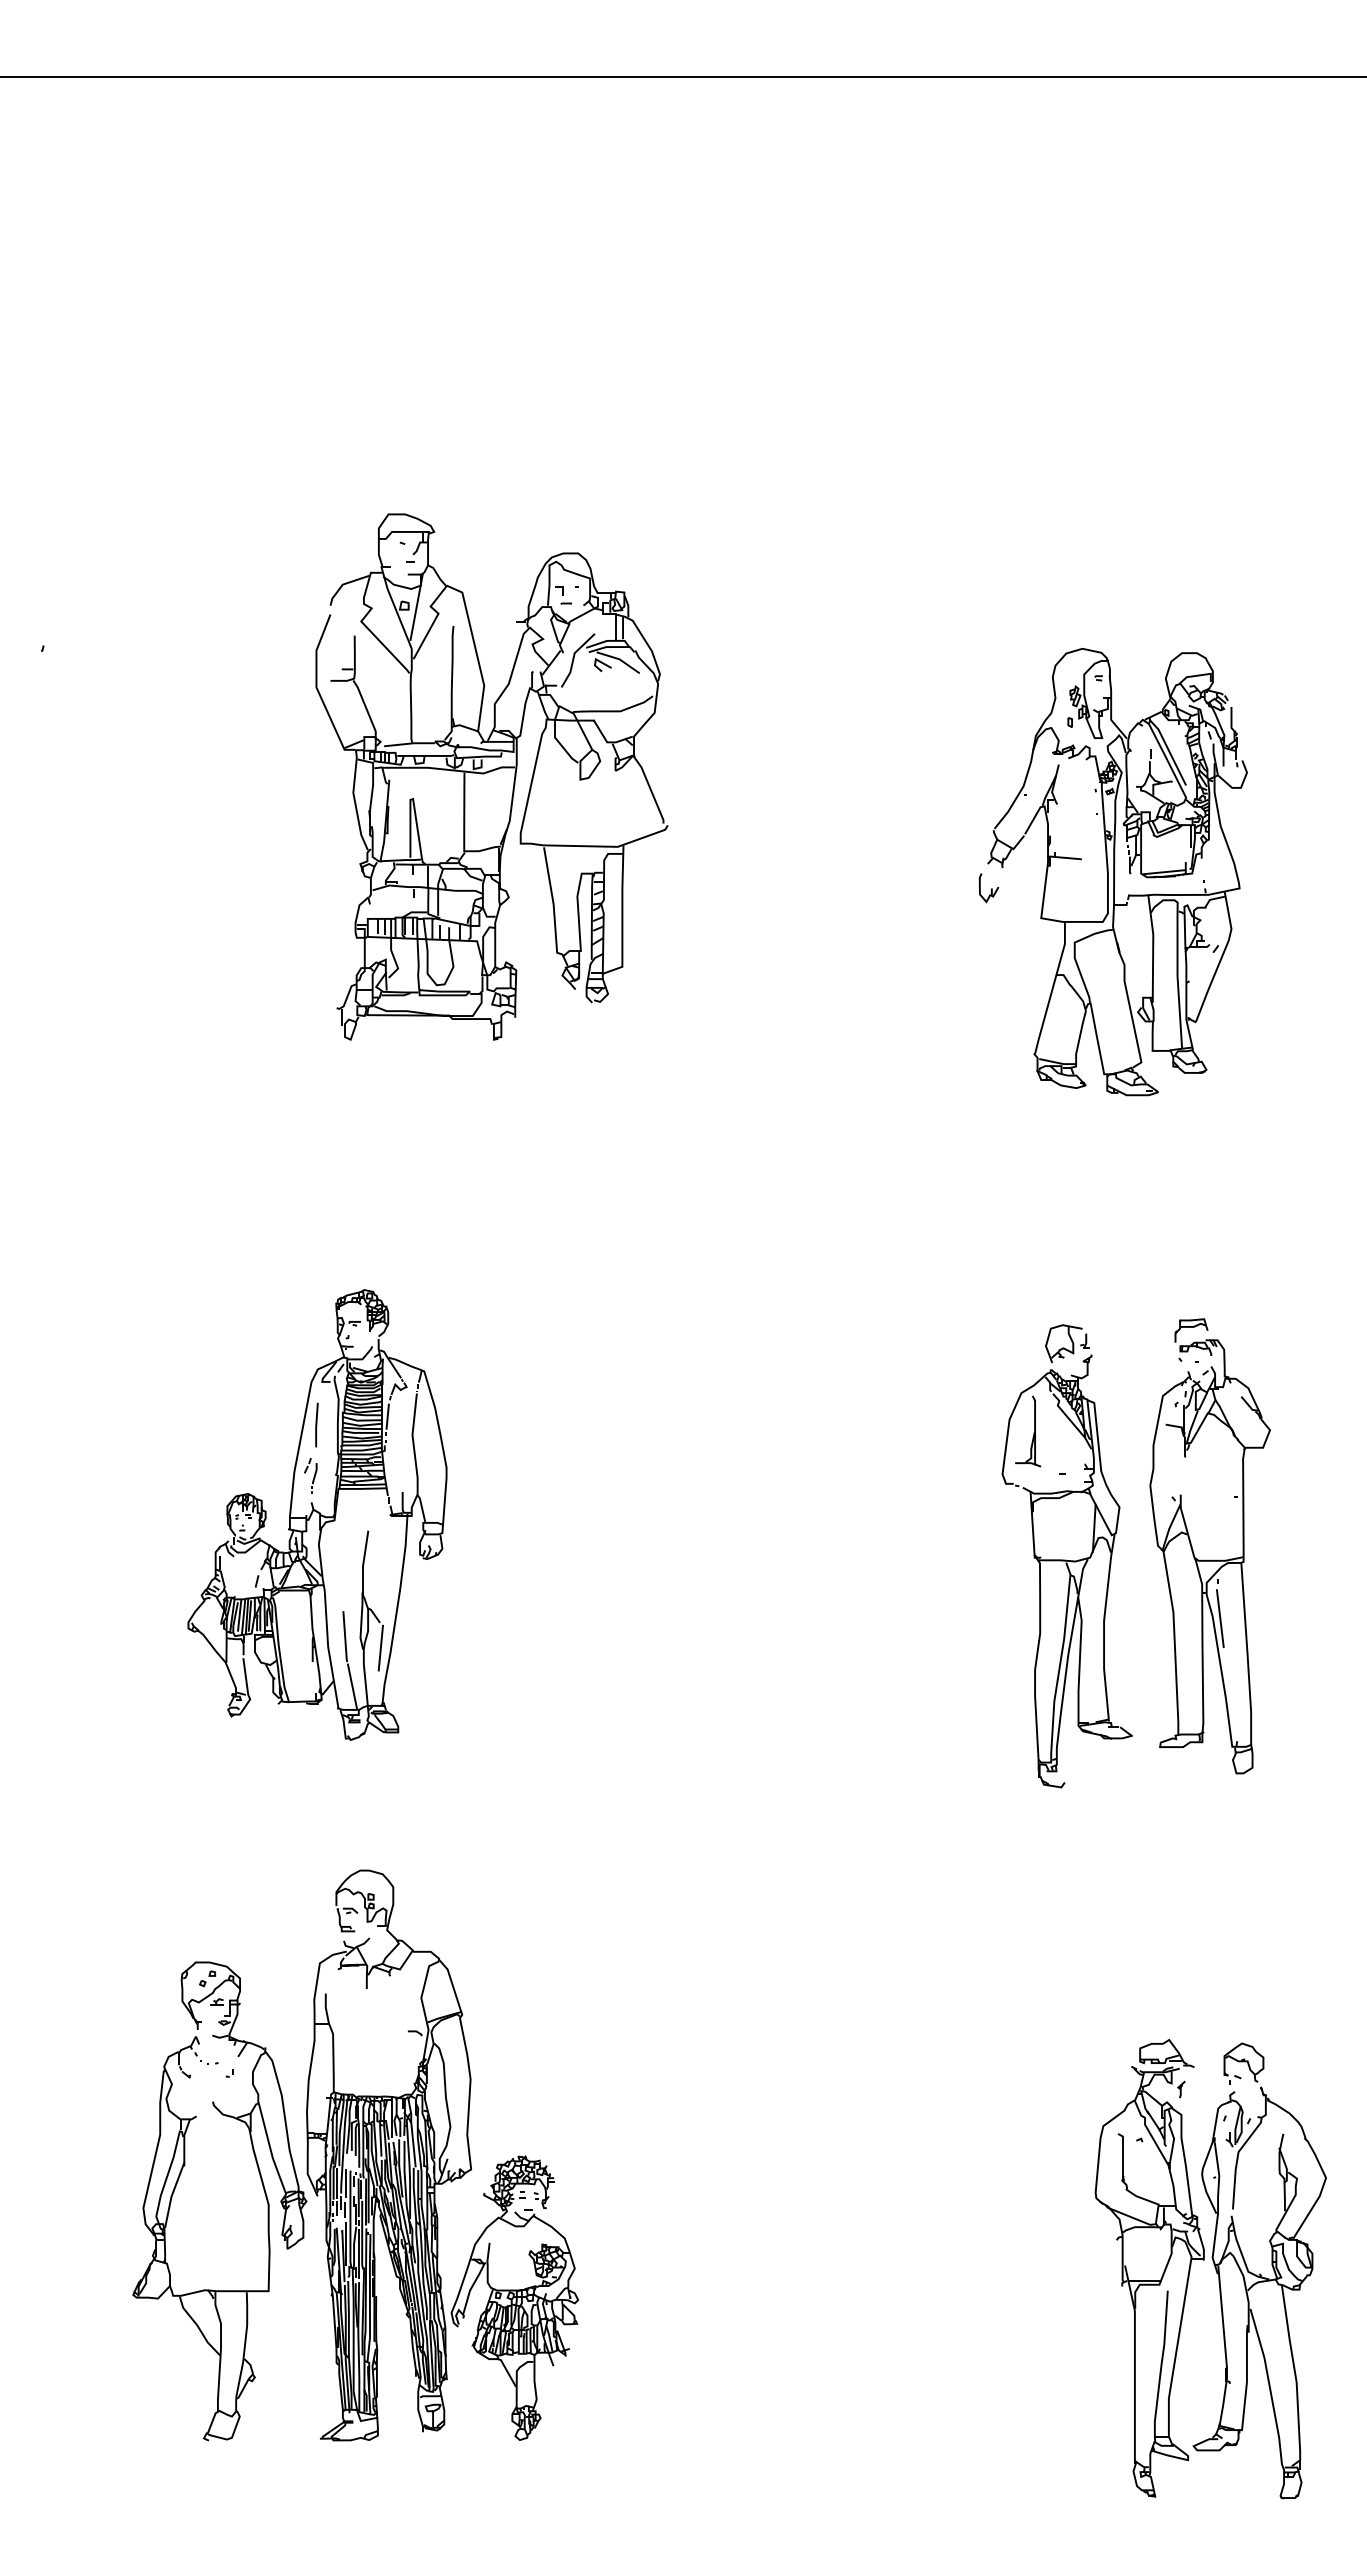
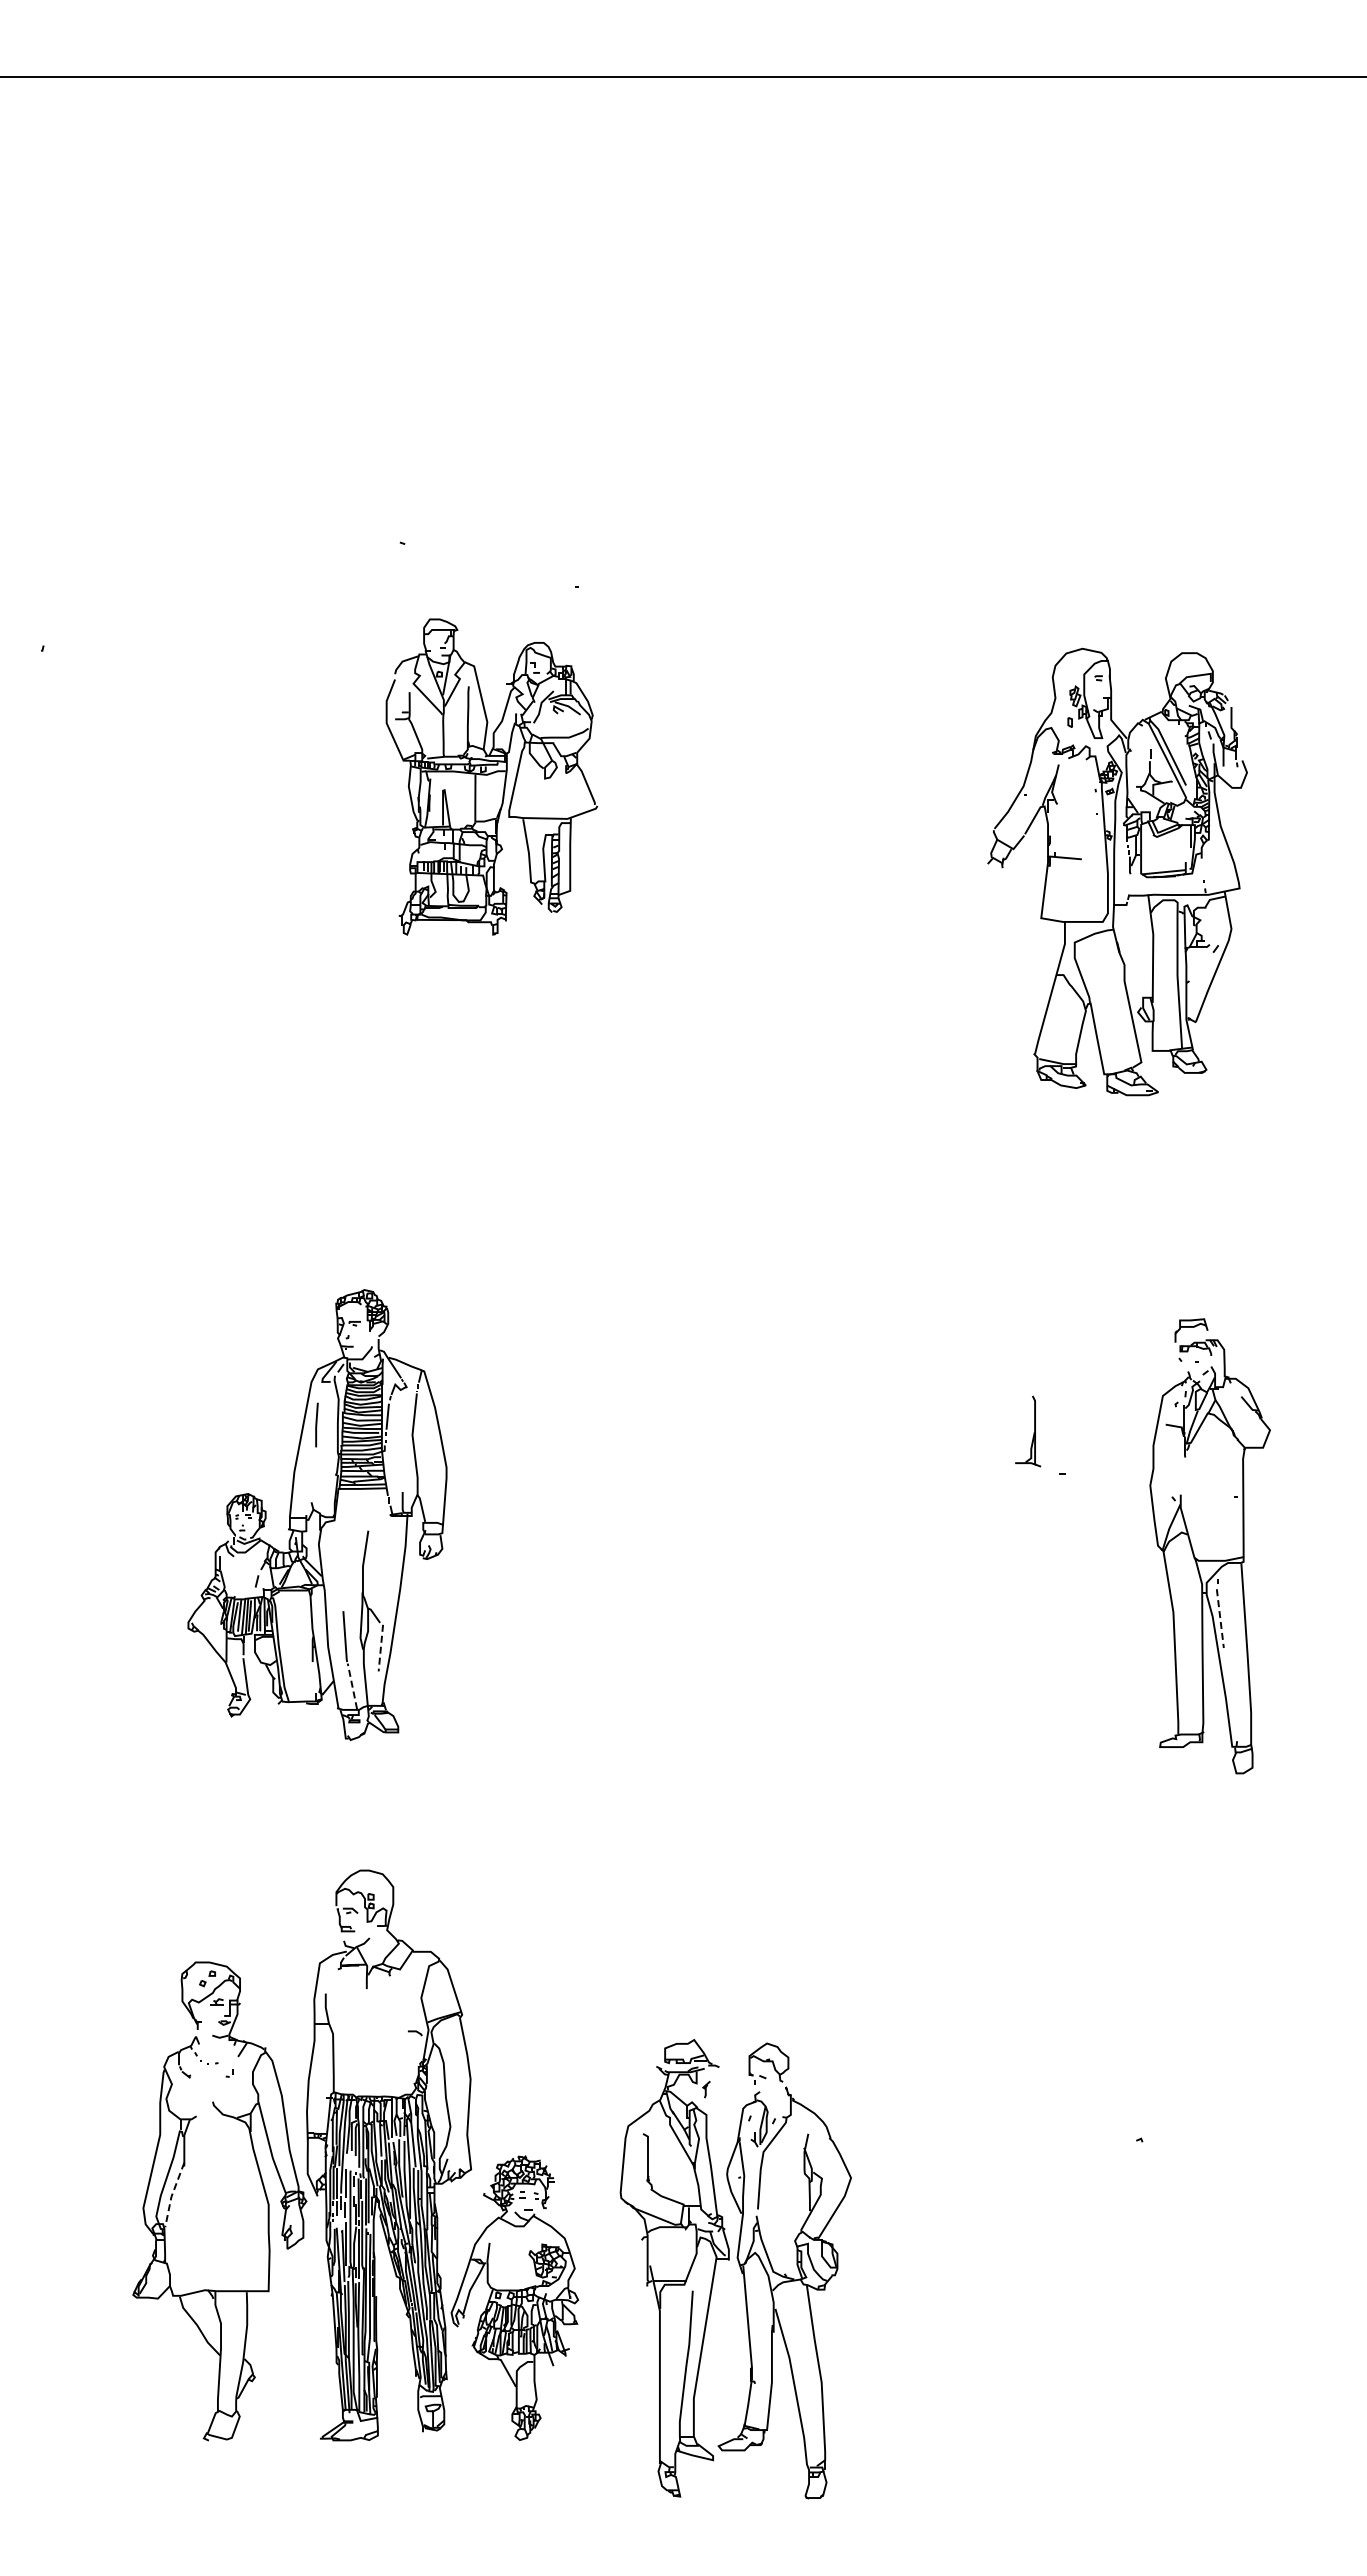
part at (491, 776) size: 354x528 px -> 214x318 px
part at (988, 888): present -> none
part at (310, 1475): present -> none
part at (1066, 1556): present -> none
line at (1220, 1618): solid -> dashed
line at (380, 1648): solid -> dashed
line at (352, 1685): solid -> dashed
line at (171, 2196): solid -> dashed
part at (1210, 2269) position: (1210, 2269) -> (735, 2269)
